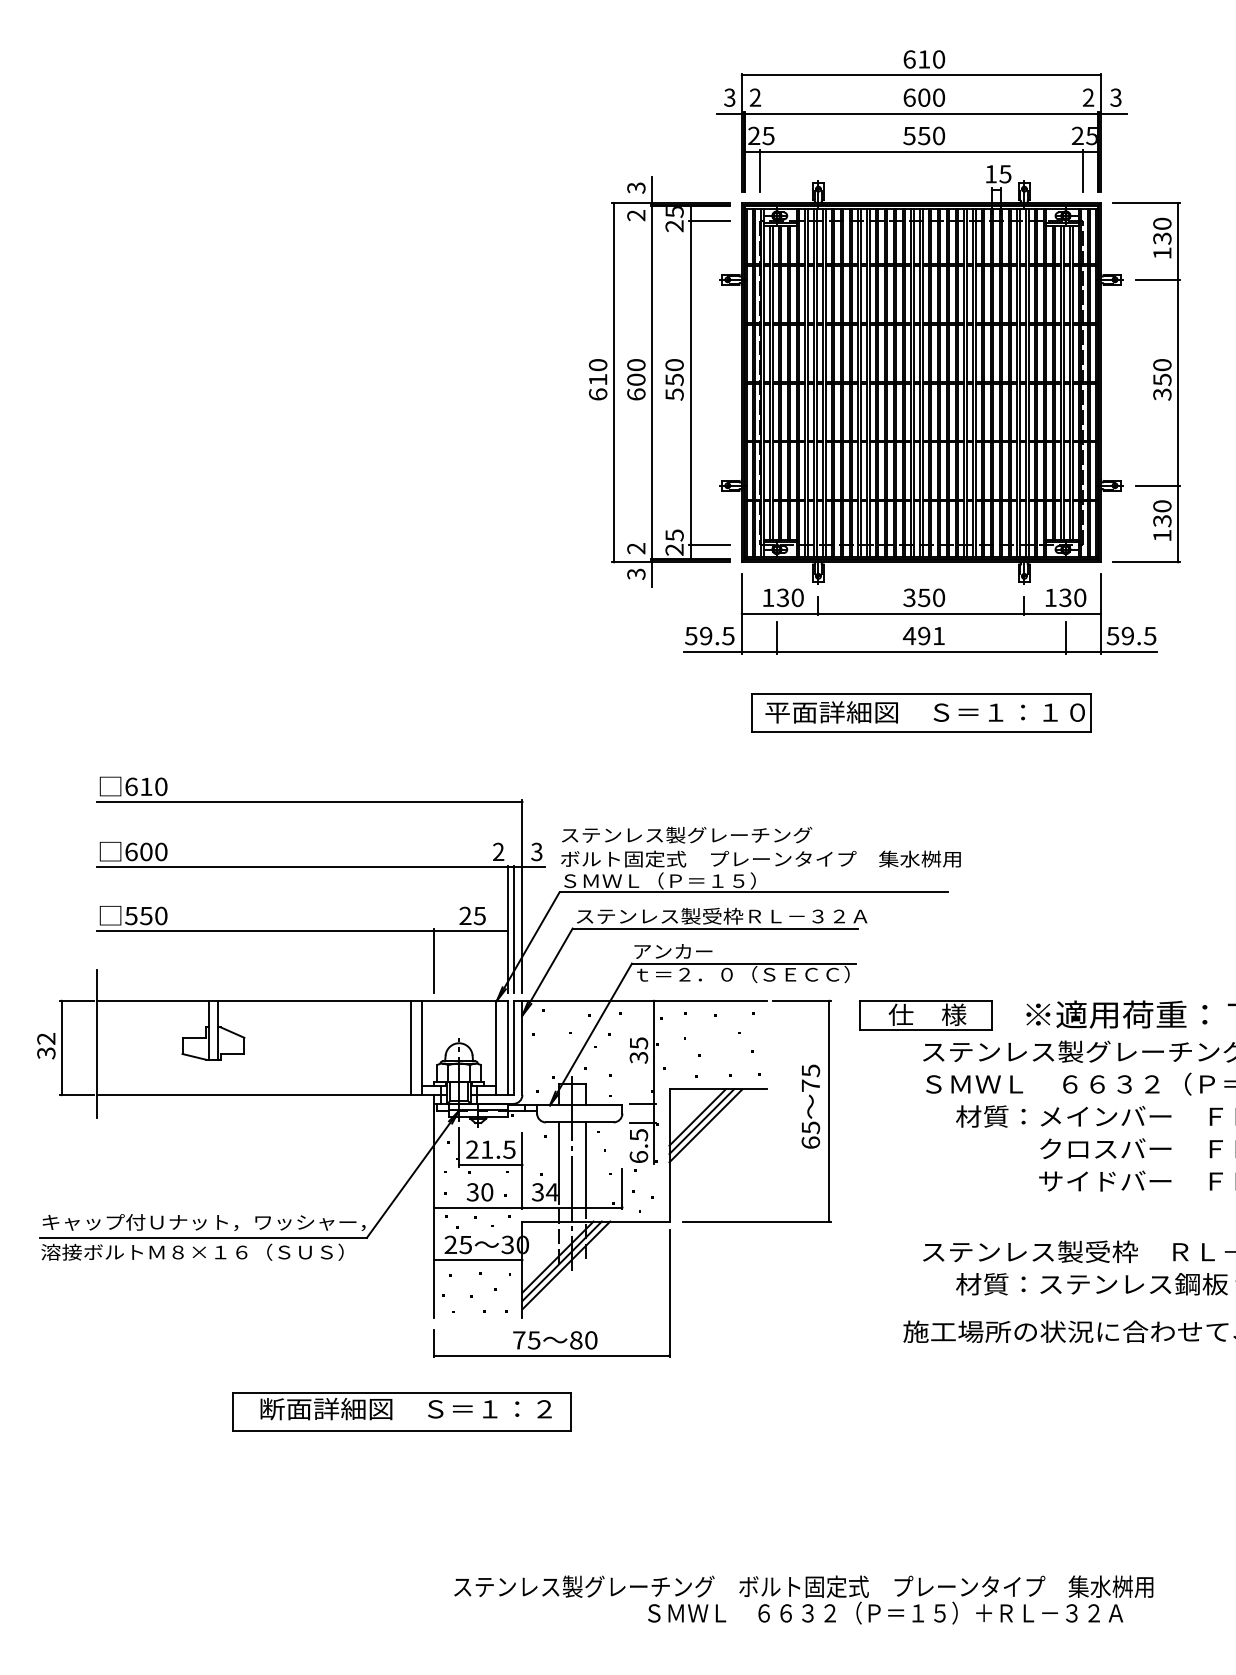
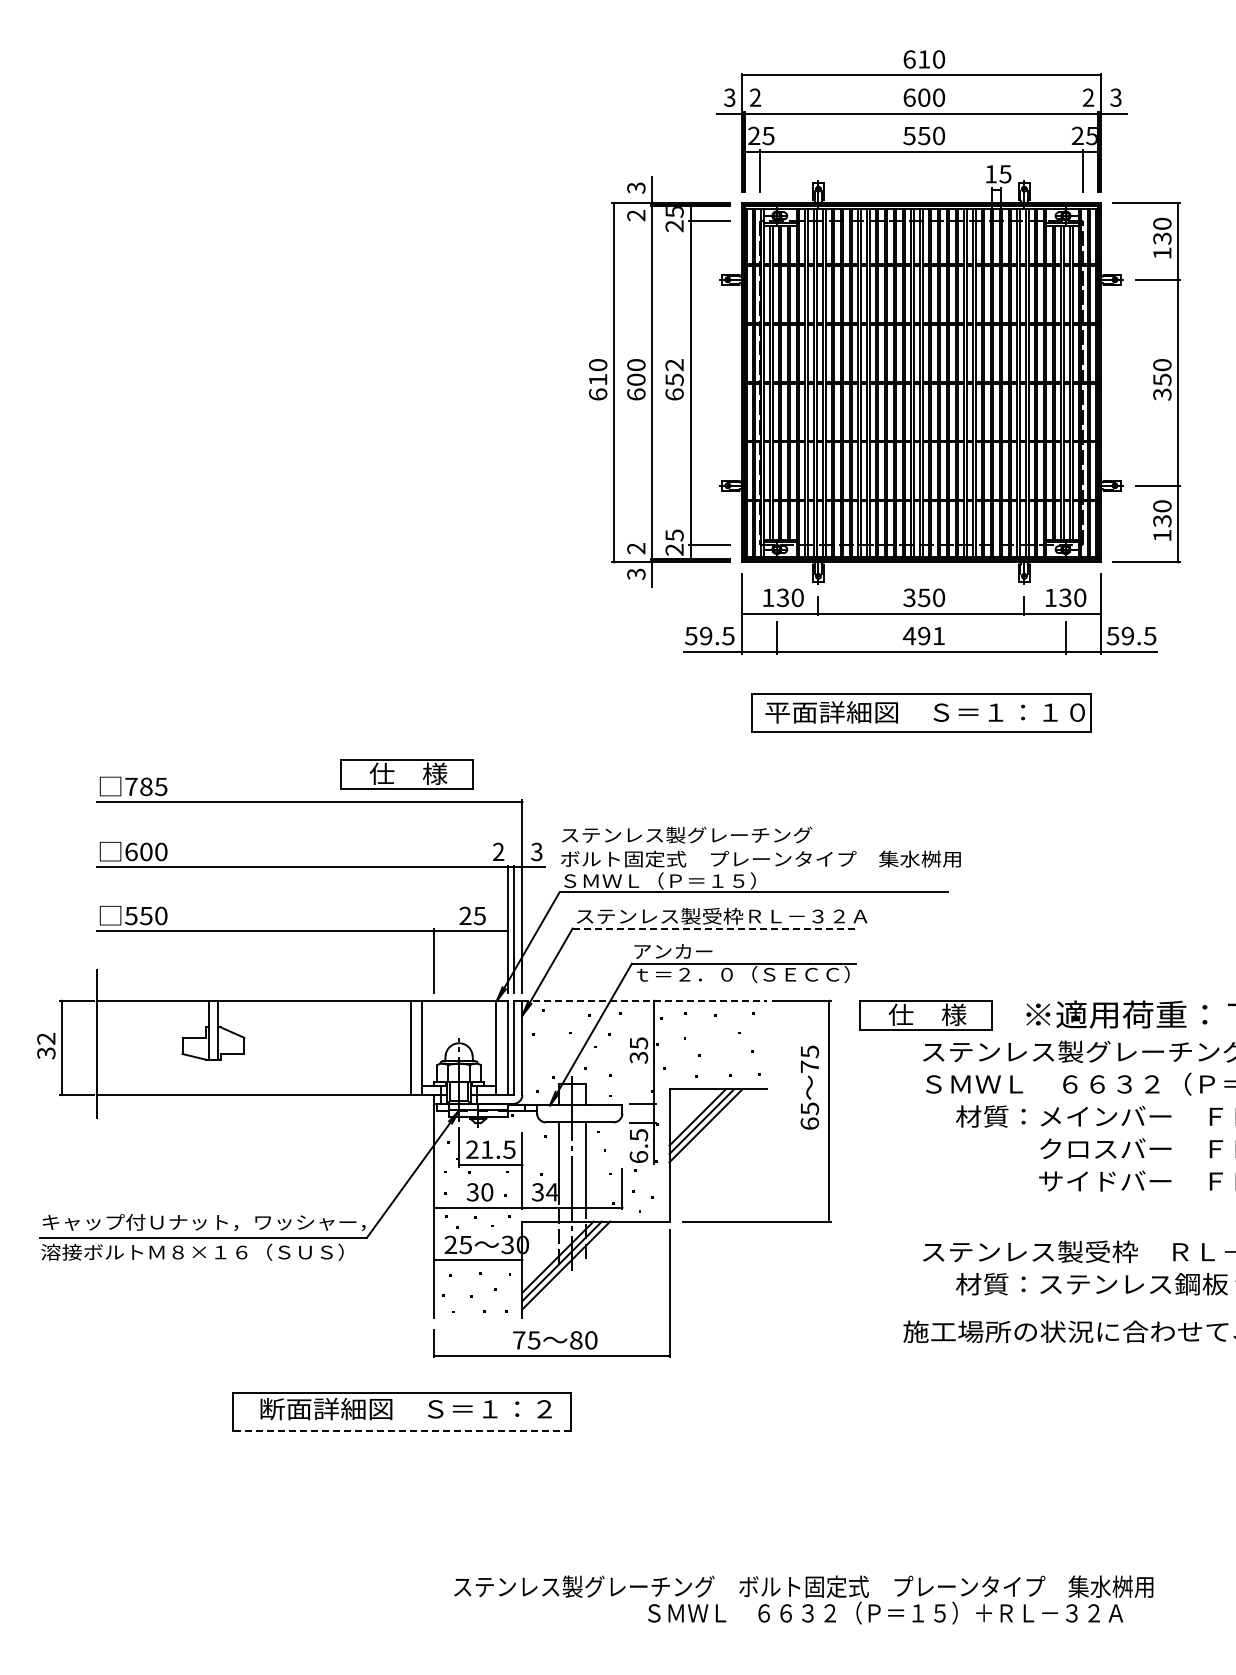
text at (674, 379): 550 -> 652
part at (406, 774): none -> present
text at (146, 786): 610 -> 785
line at (715, 928): solid -> dashed
line at (644, 1000): solid -> dashed
text at (810, 1106) position: (810, 1106) -> (809, 1087)
line at (401, 1431): solid -> dashed
